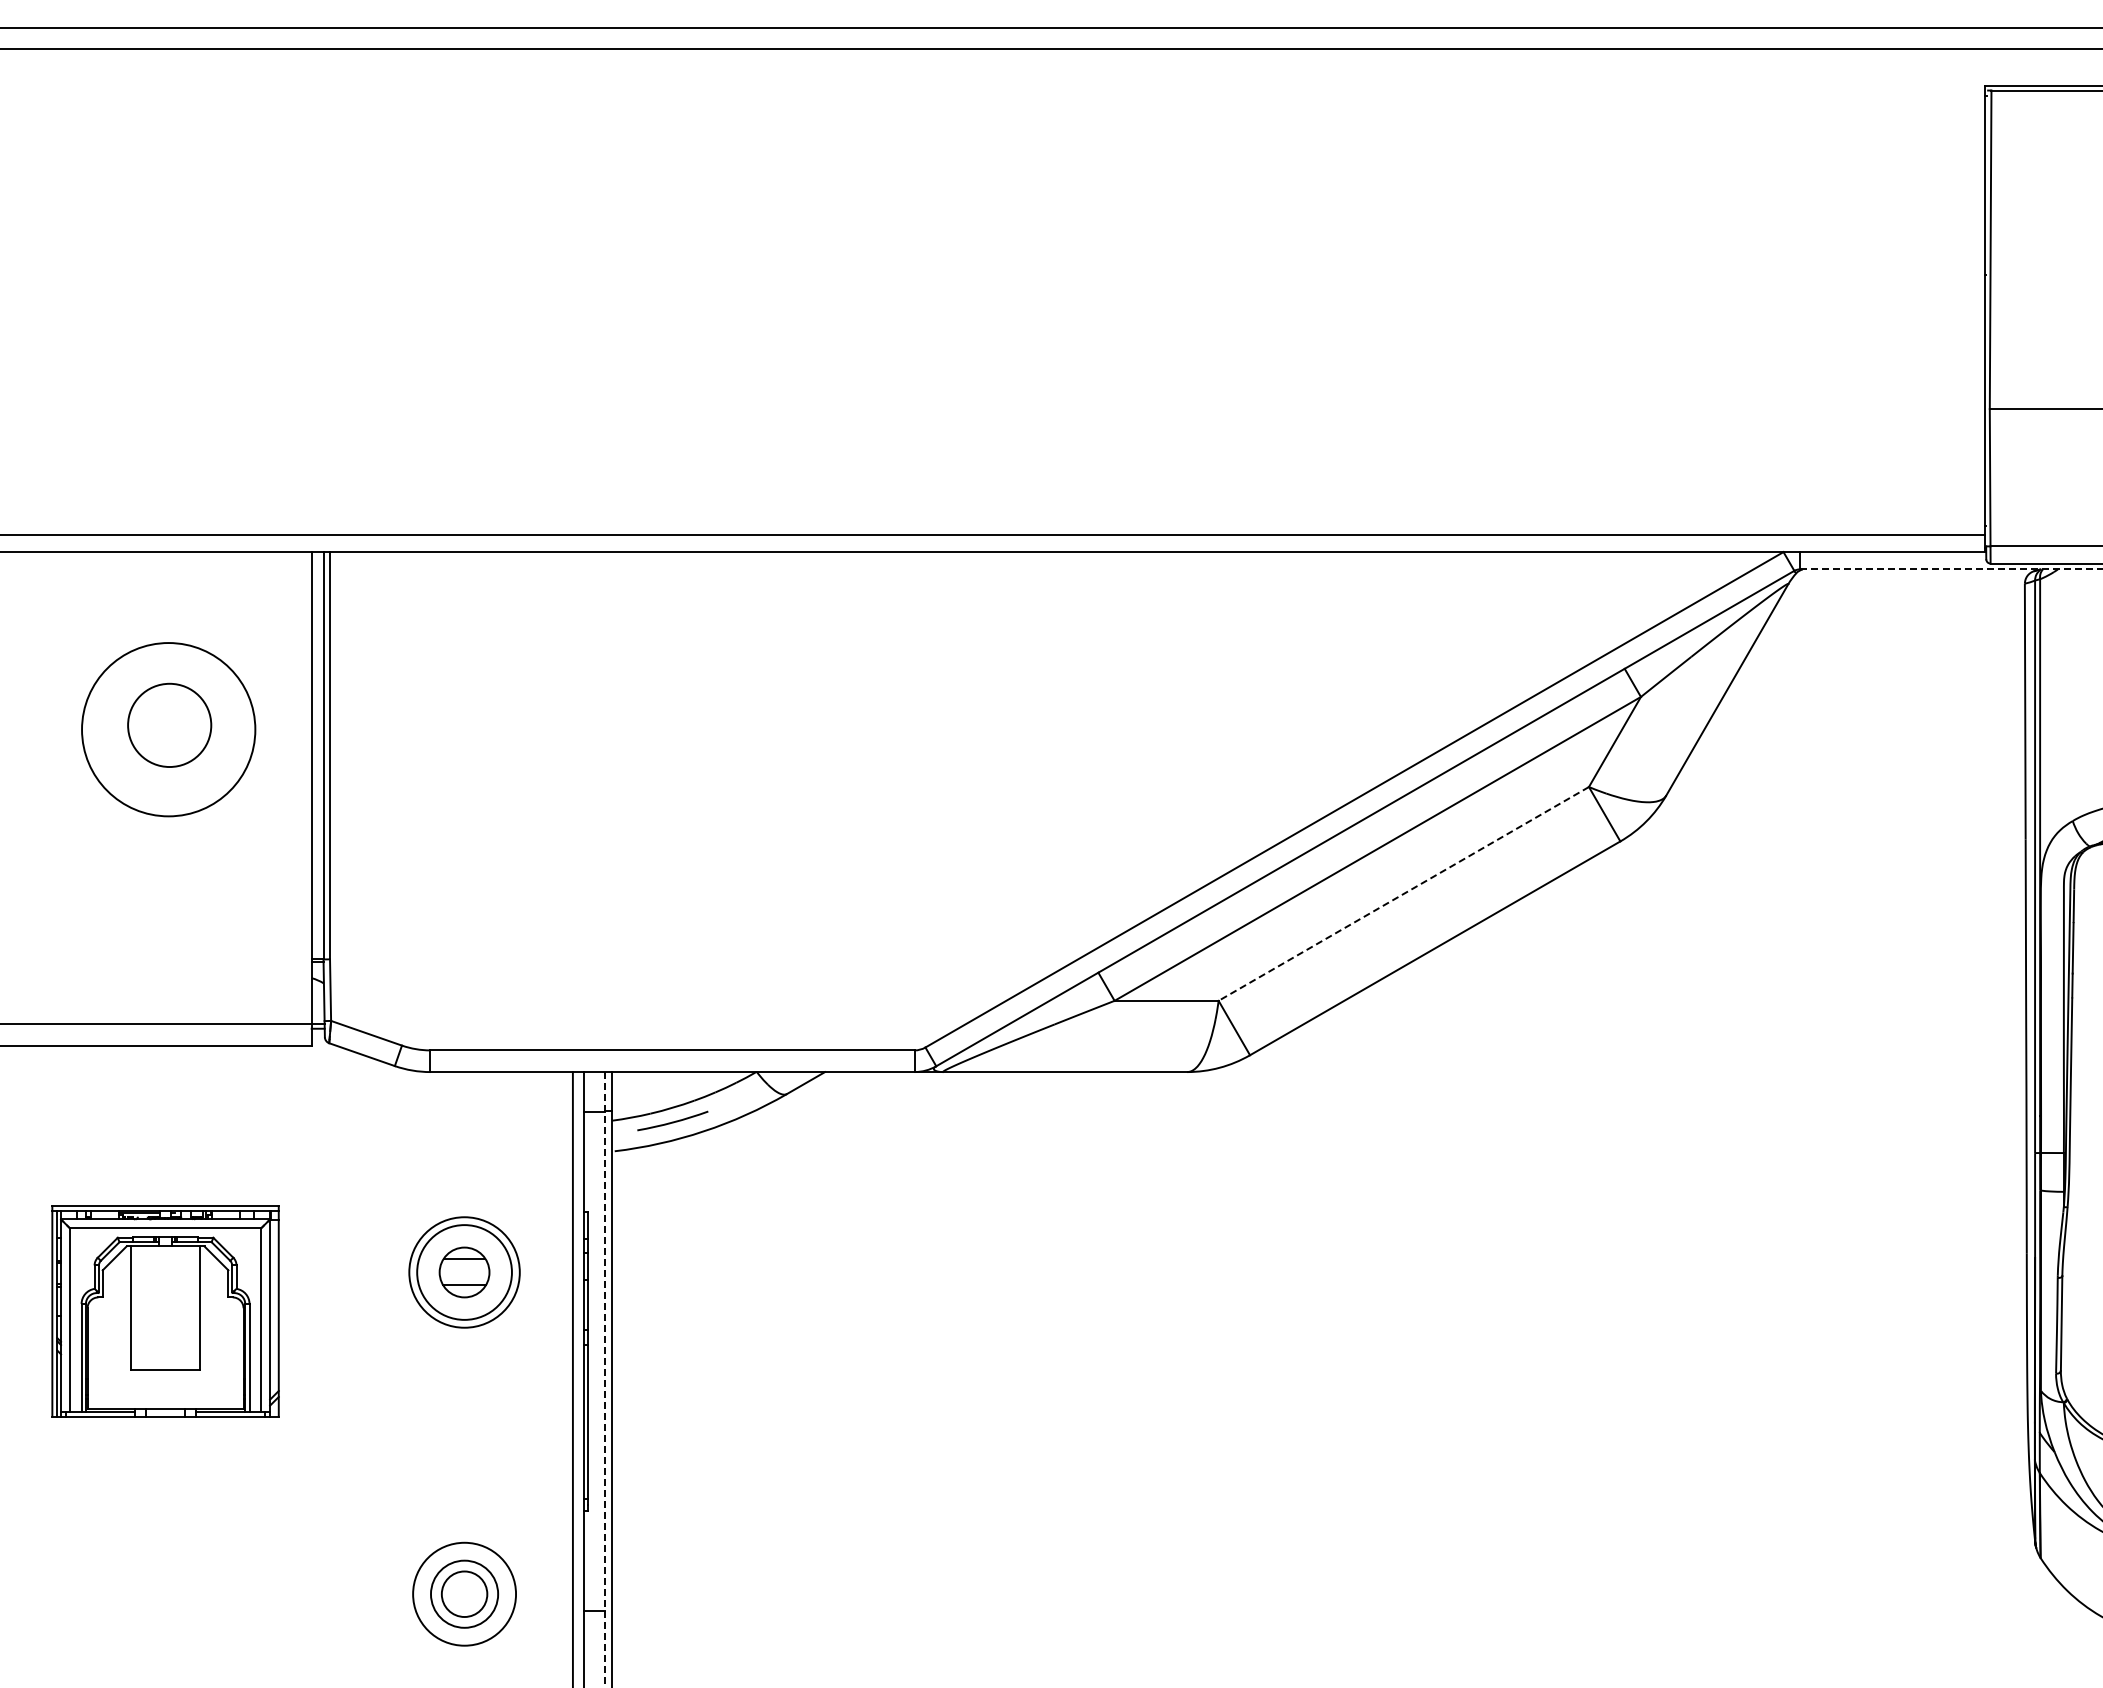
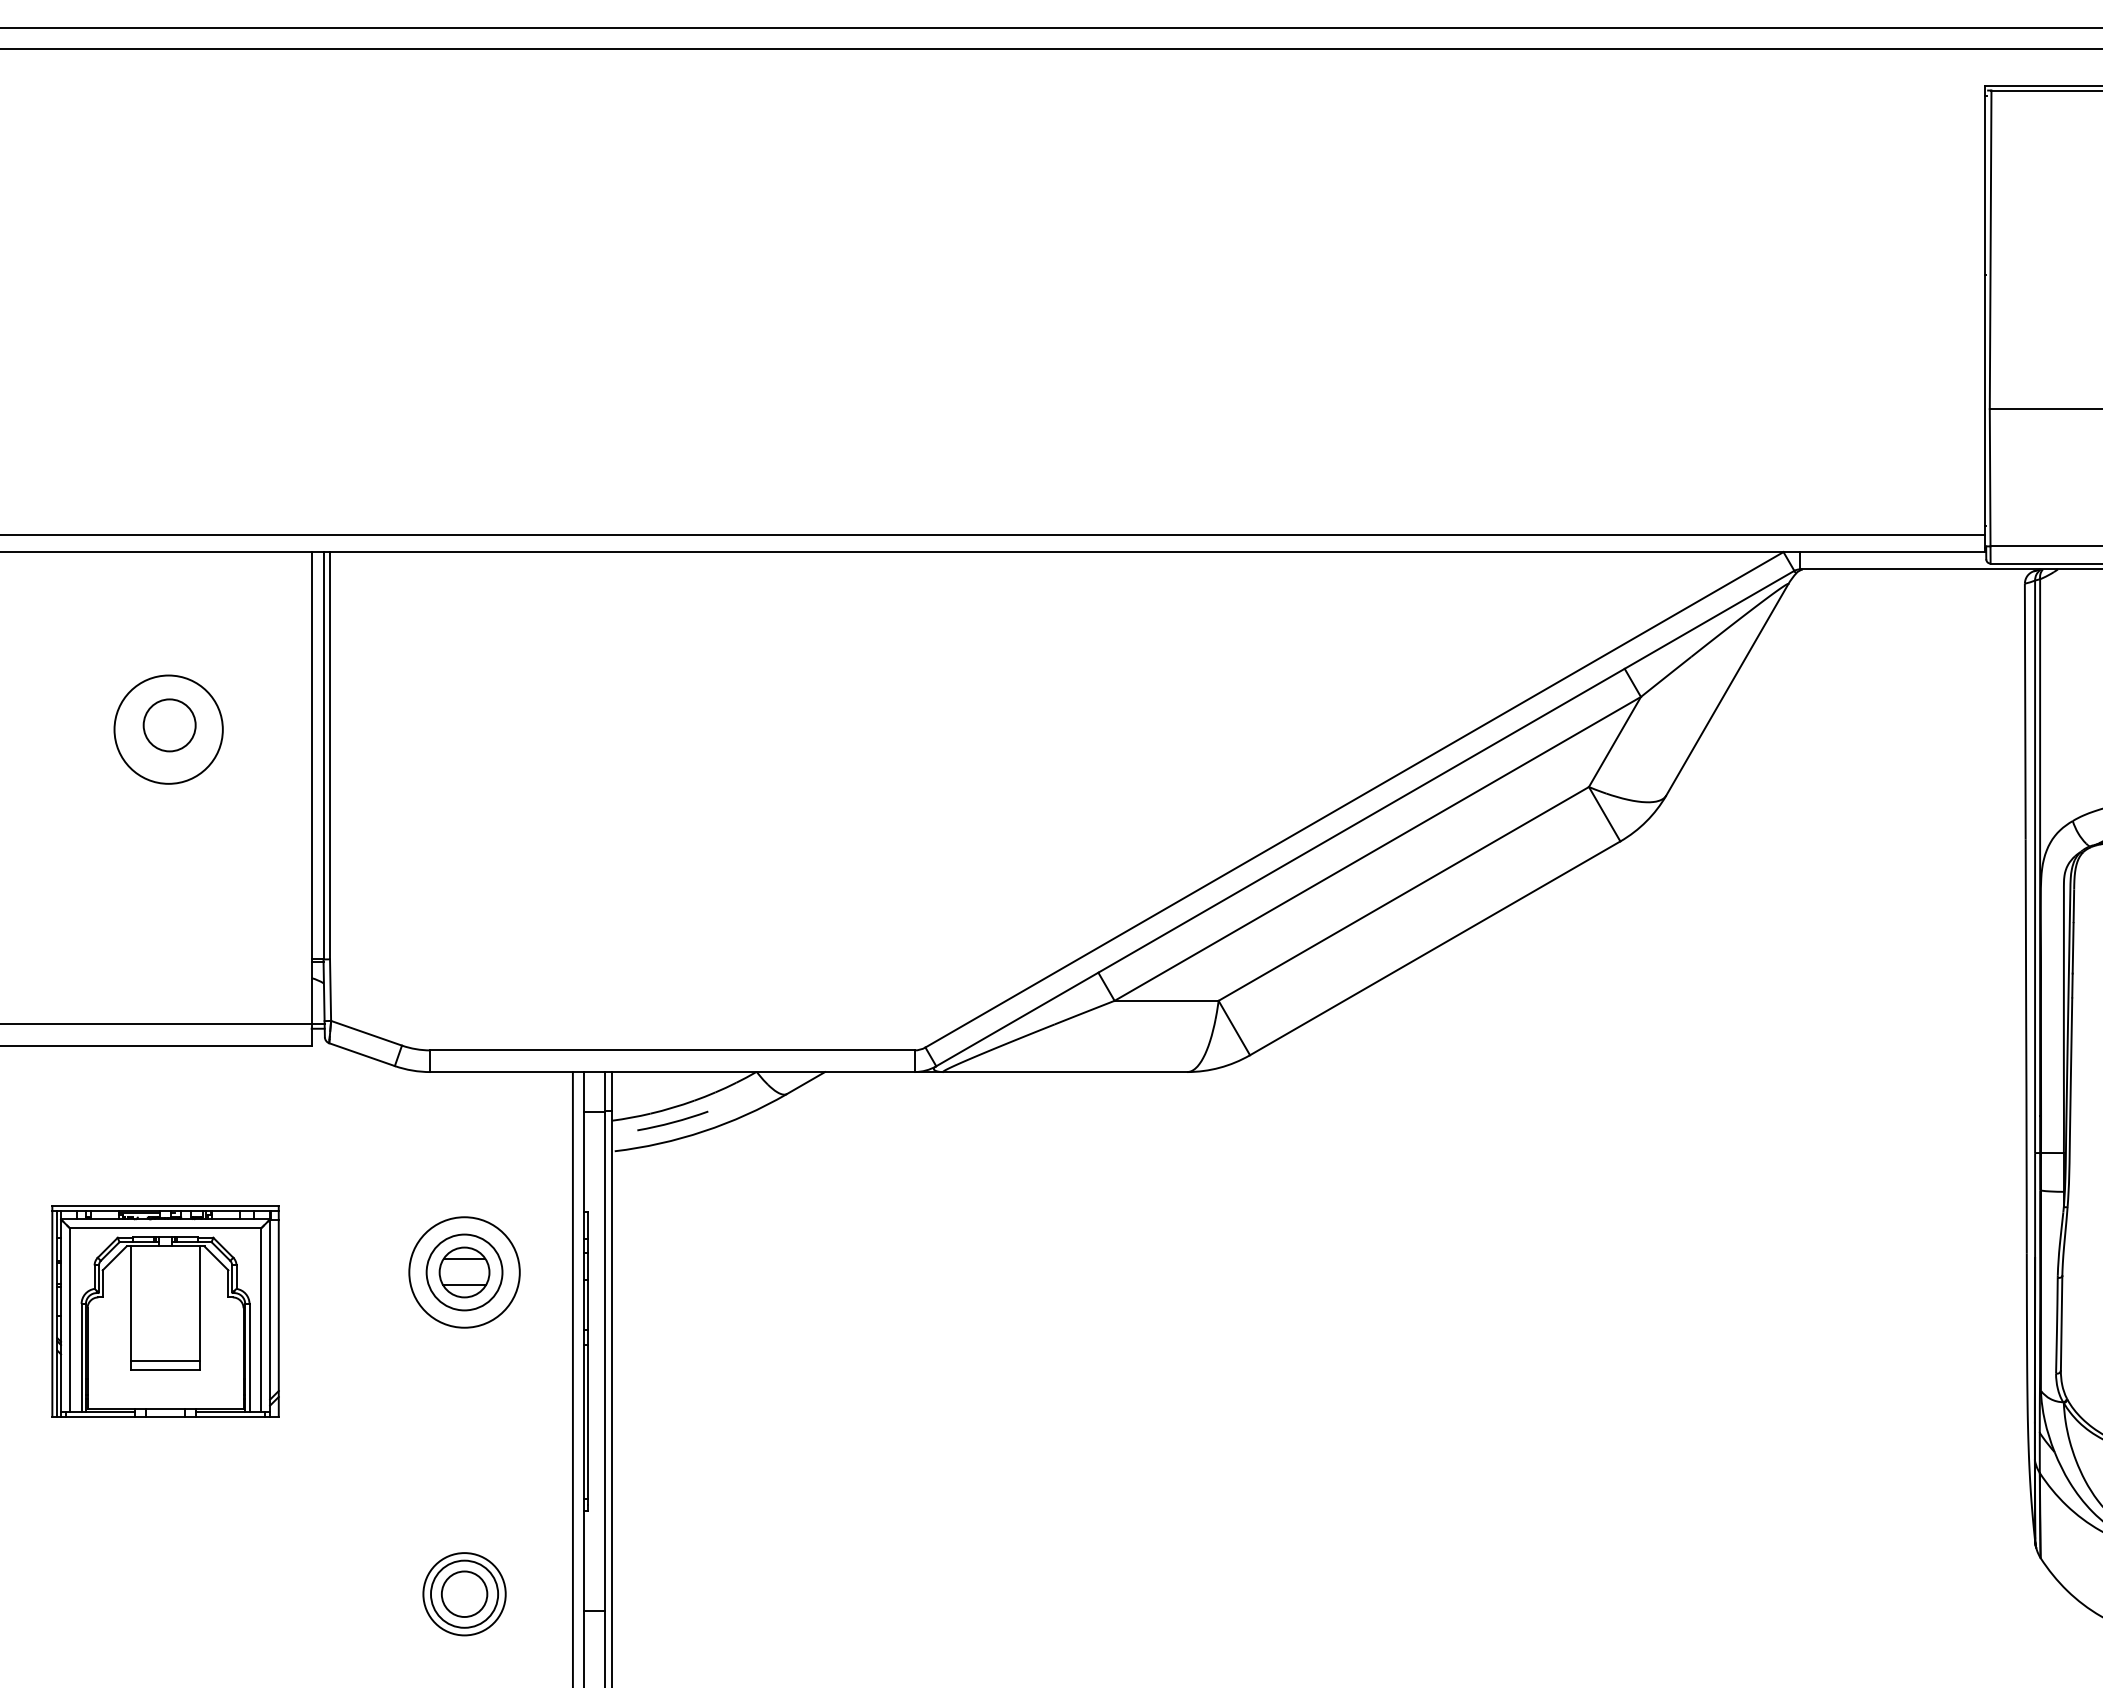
line at (1950, 569): dashed -> solid
circle at (169, 725) diameter: 83 px -> 52 px
circle at (168, 729) diameter: 173 px -> 108 px
line at (1403, 893): dashed -> solid
circle at (464, 1272) diameter: 95 px -> 76 px
line at (165, 1361): none -> present
line at (605, 1379): dashed -> solid
circle at (464, 1593) diameter: 103 px -> 82 px
